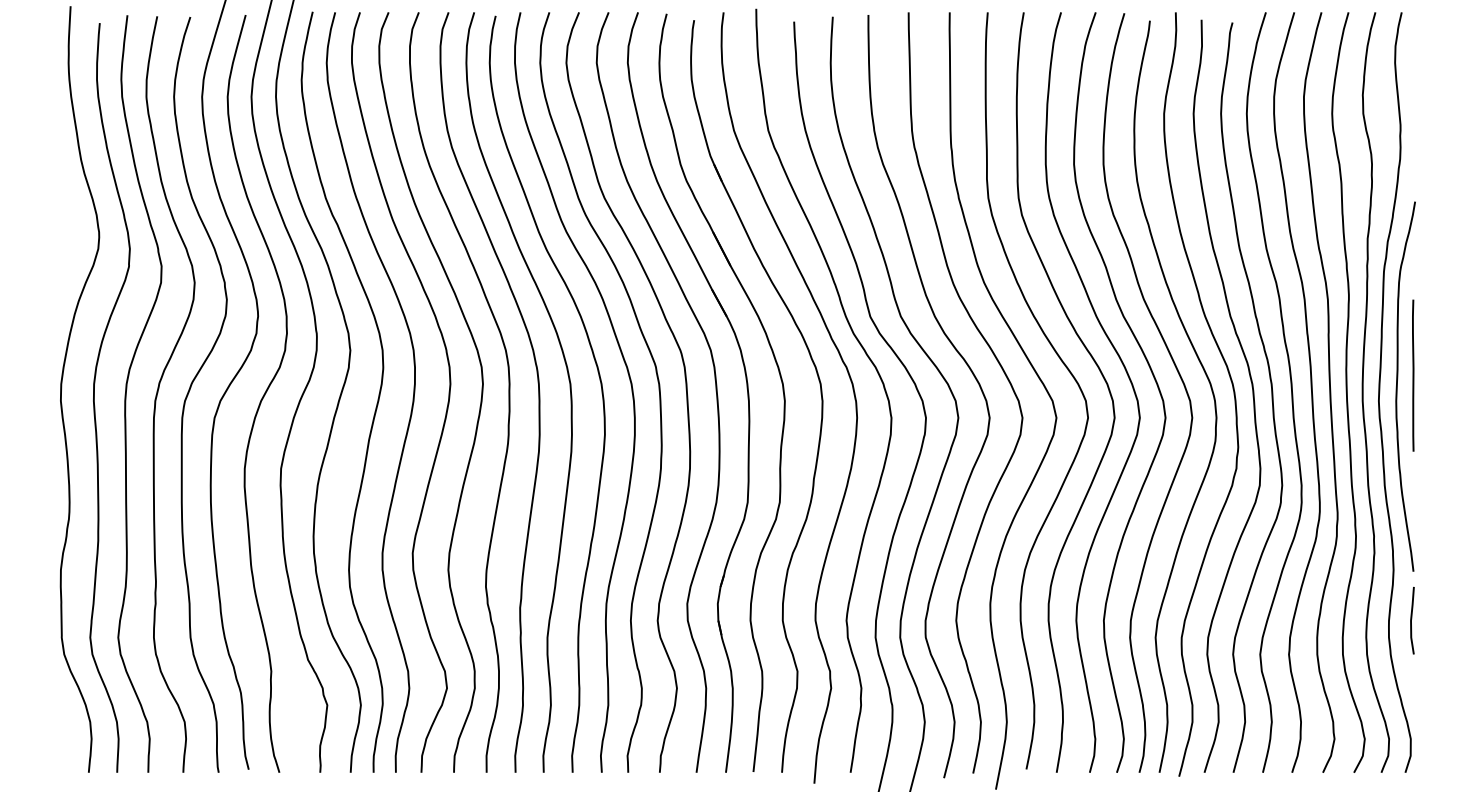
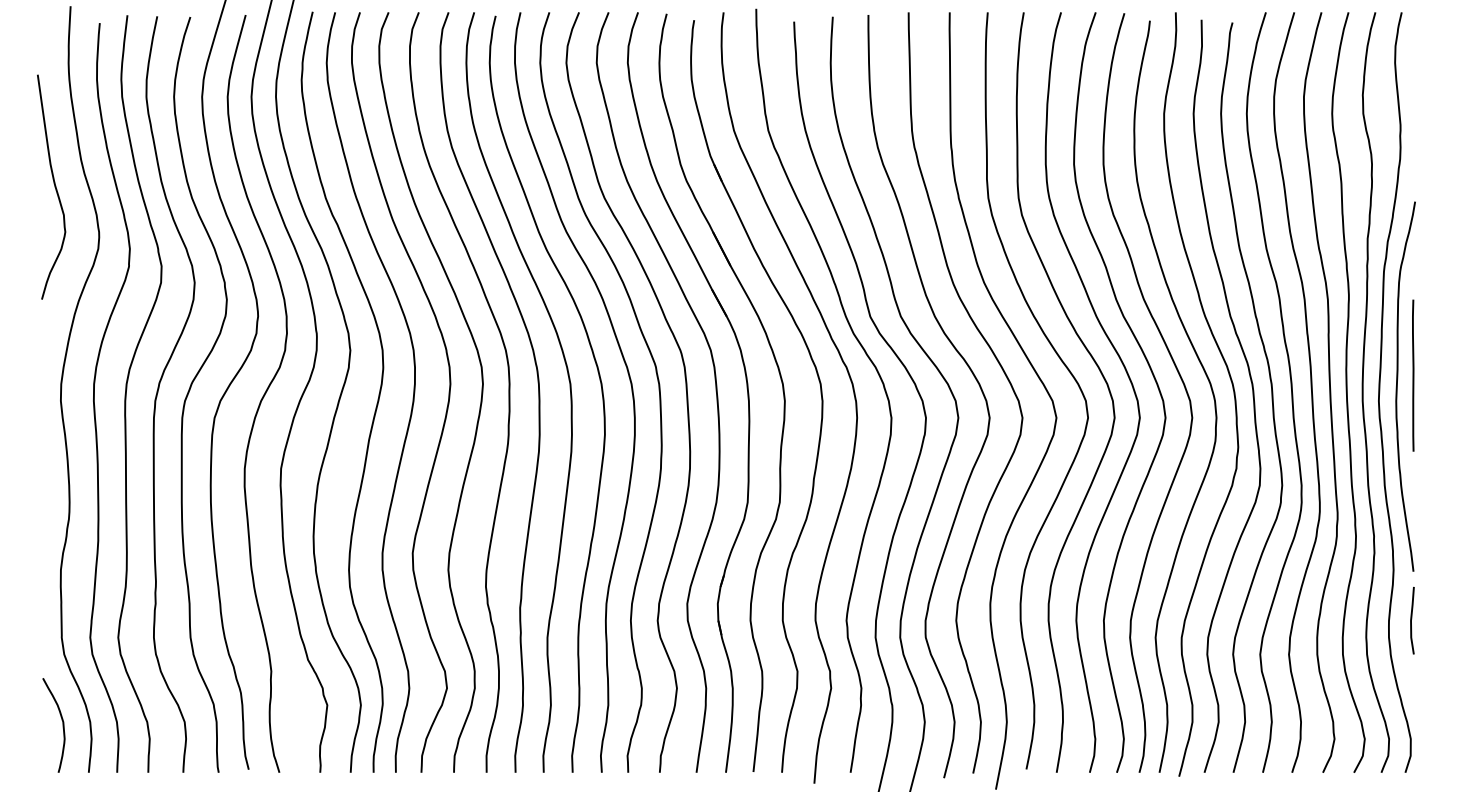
curve at (54, 186): none -> present
curve at (62, 725): none -> present
